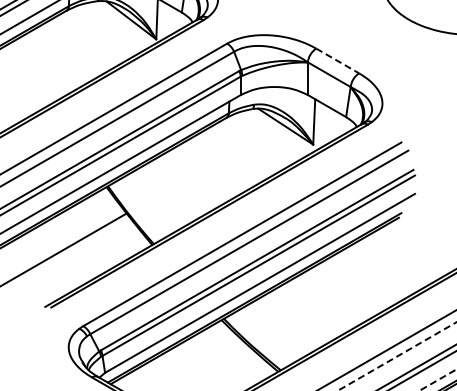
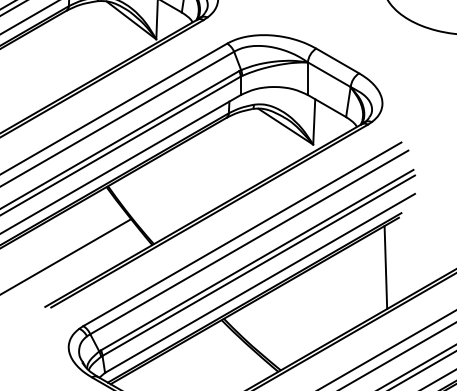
line at (337, 61): dashed -> solid
line at (64, 249) position: (64, 249) -> (66, 256)
line at (385, 267): none -> present
line at (397, 356): dashed -> solid
line at (438, 380): dashed -> solid
